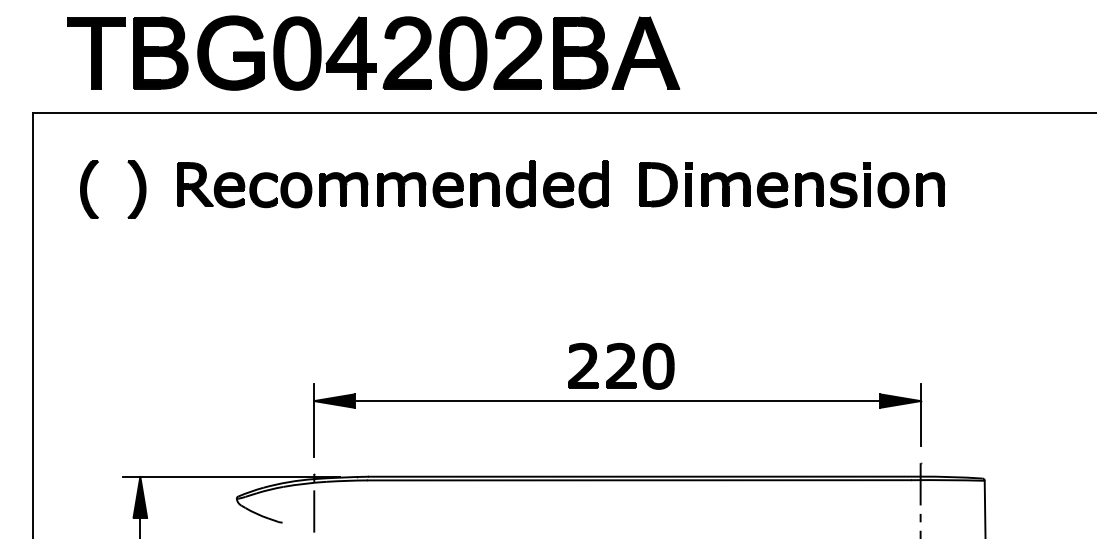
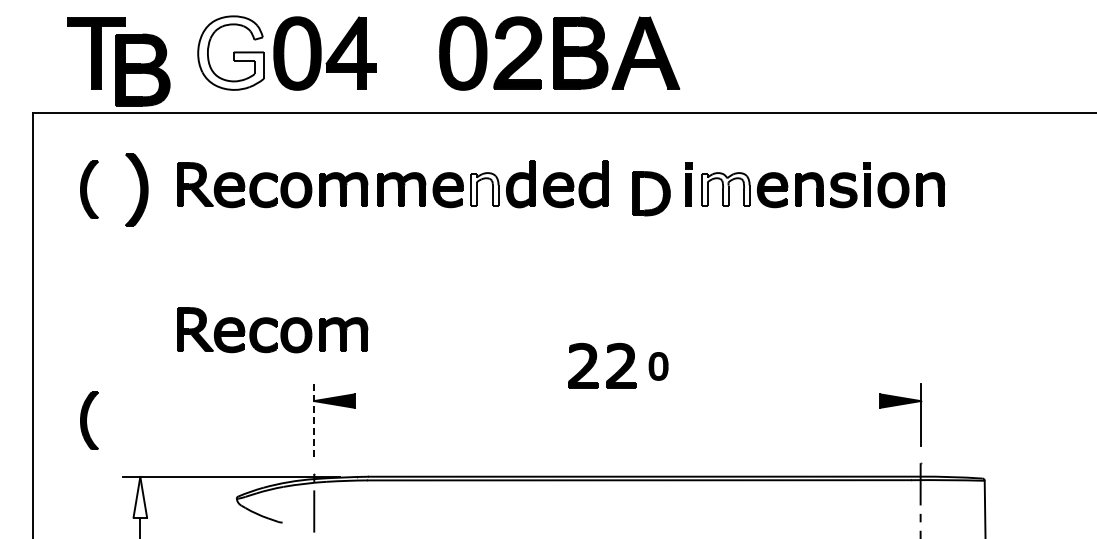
part at (160, 52) position: (160, 52) -> (142, 69)
fill at (230, 52): present -> none
part at (406, 52): present -> none
part at (658, 184) position: (658, 184) -> (651, 193)
part at (136, 189) size: 20x59 px -> 24x74 px
fill at (484, 189): present -> none
fill at (725, 189): present -> none
part at (272, 330): none -> present
part at (658, 366) size: 33x47 px -> 21x29 px
line at (617, 401): present -> none
part at (89, 420): none -> present
line at (314, 420): solid -> dashed
fill at (140, 496): present -> none
